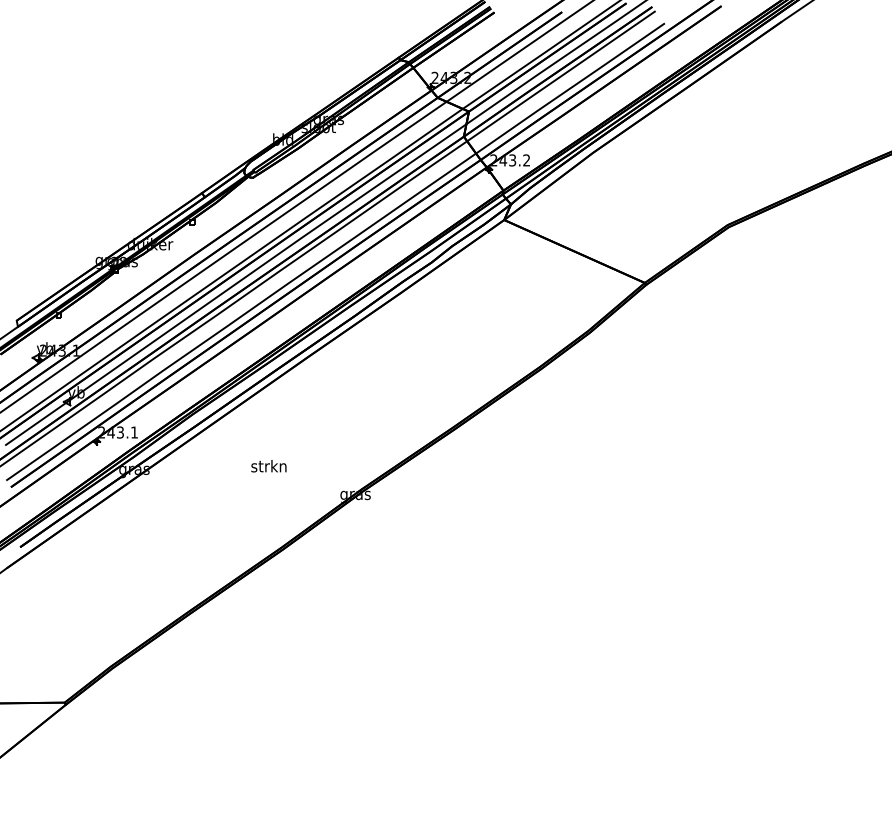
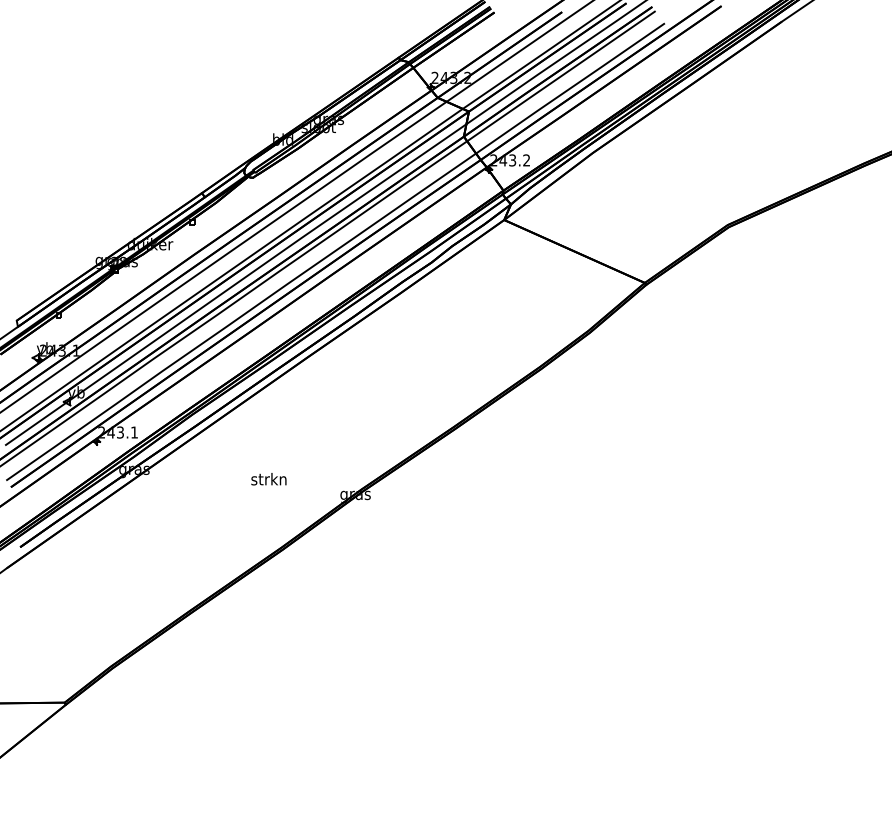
text at (268, 466) position: (268, 466) -> (268, 479)
